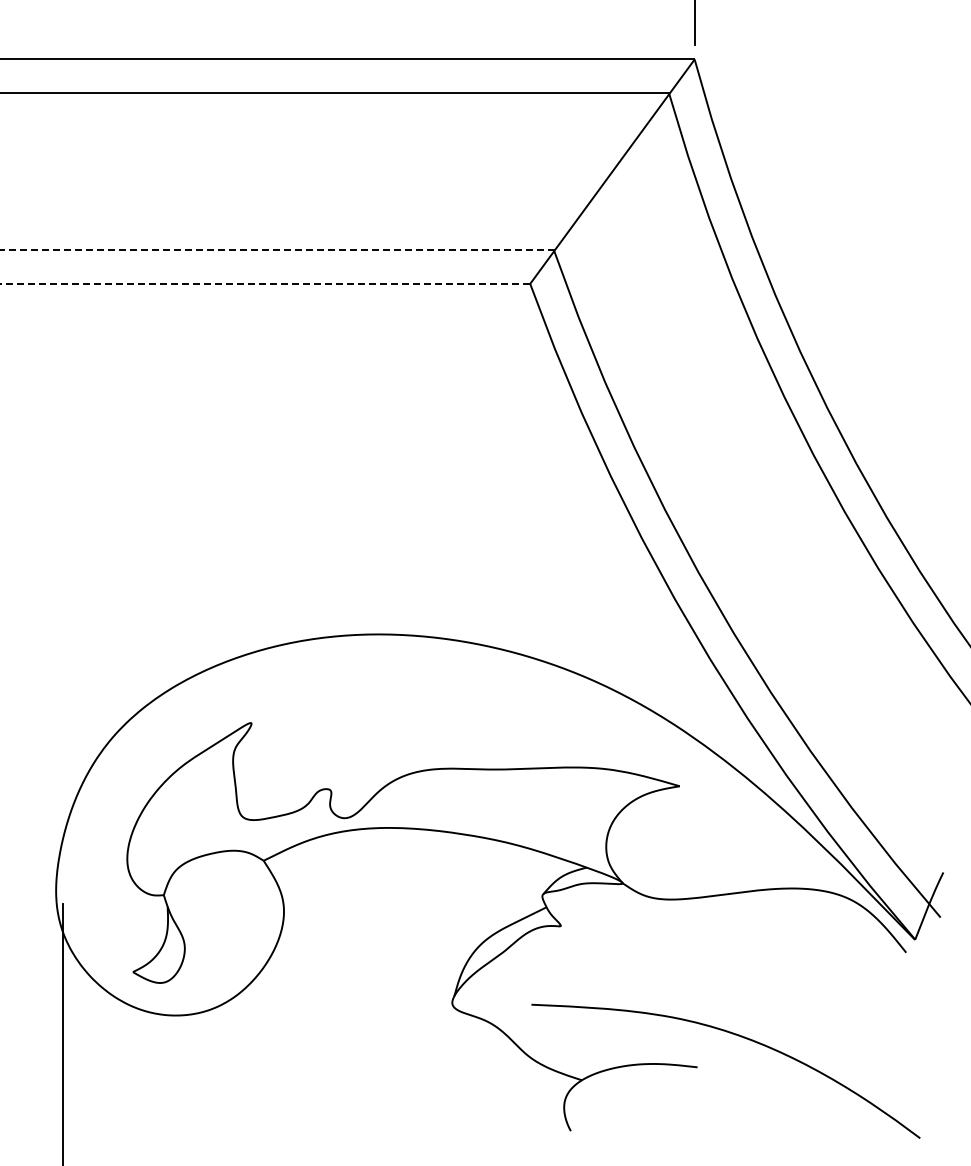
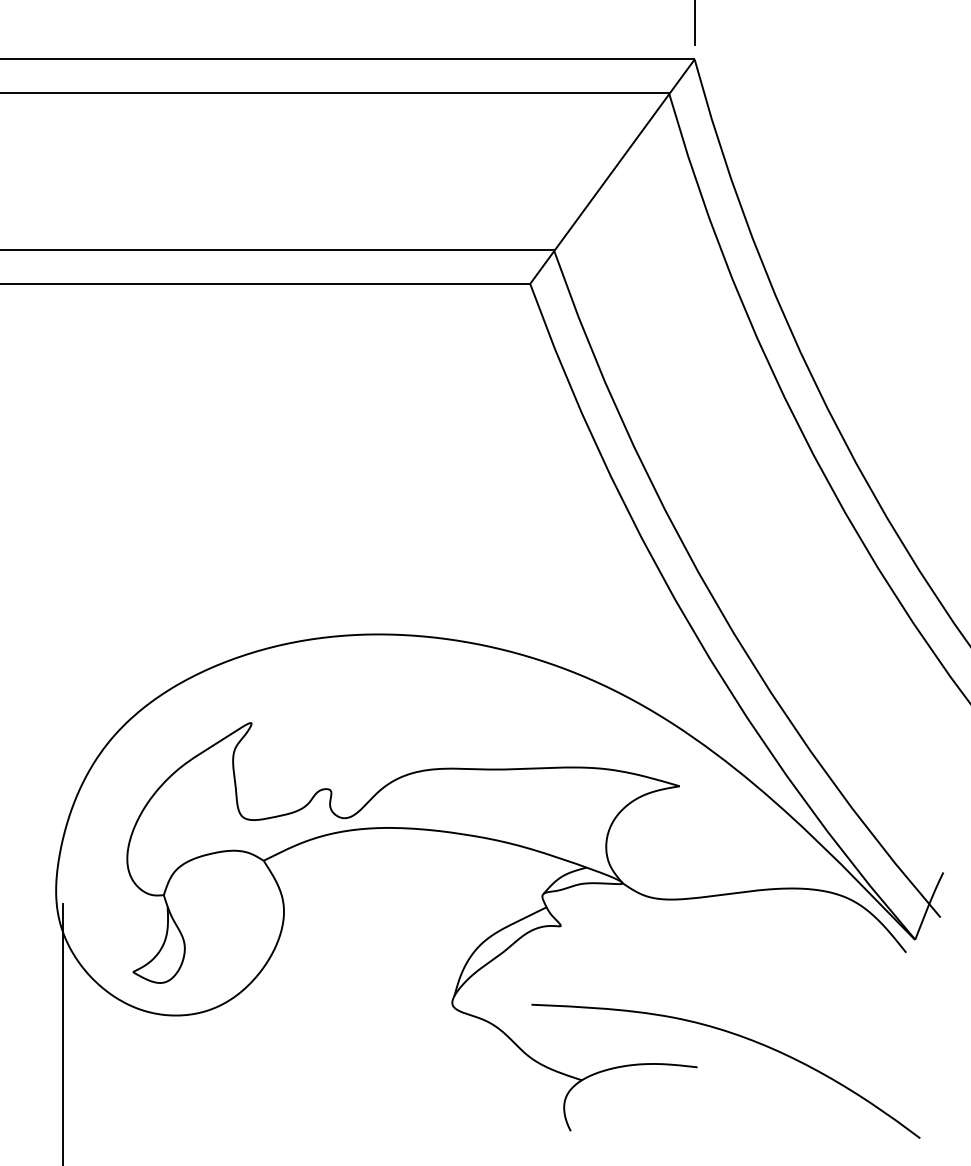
line at (277, 250): dashed -> solid
line at (265, 283): dashed -> solid
